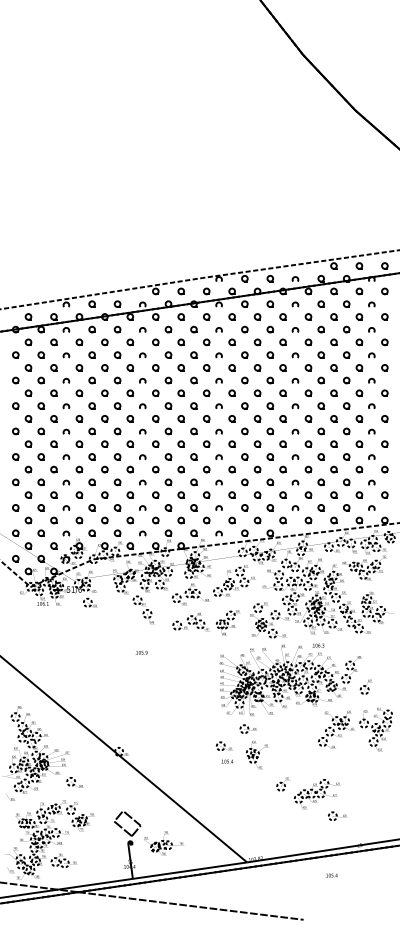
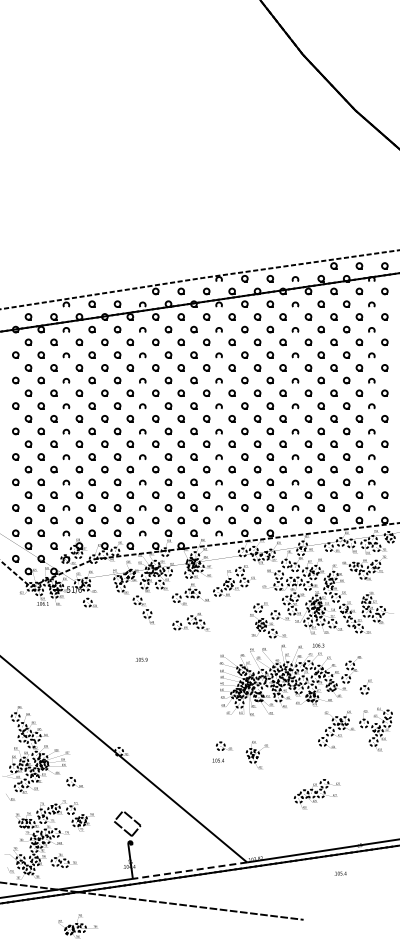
part at (227, 622): present -> none
text at (141, 652) position: (141, 652) -> (141, 659)
part at (248, 728): present -> none
text at (226, 761) position: (226, 761) -> (217, 760)
part at (282, 784): present -> none
part at (337, 815): present -> none
part at (163, 843) position: (163, 843) -> (77, 926)
line at (190, 870): solid -> dashed
text at (331, 875) position: (331, 875) -> (340, 873)
